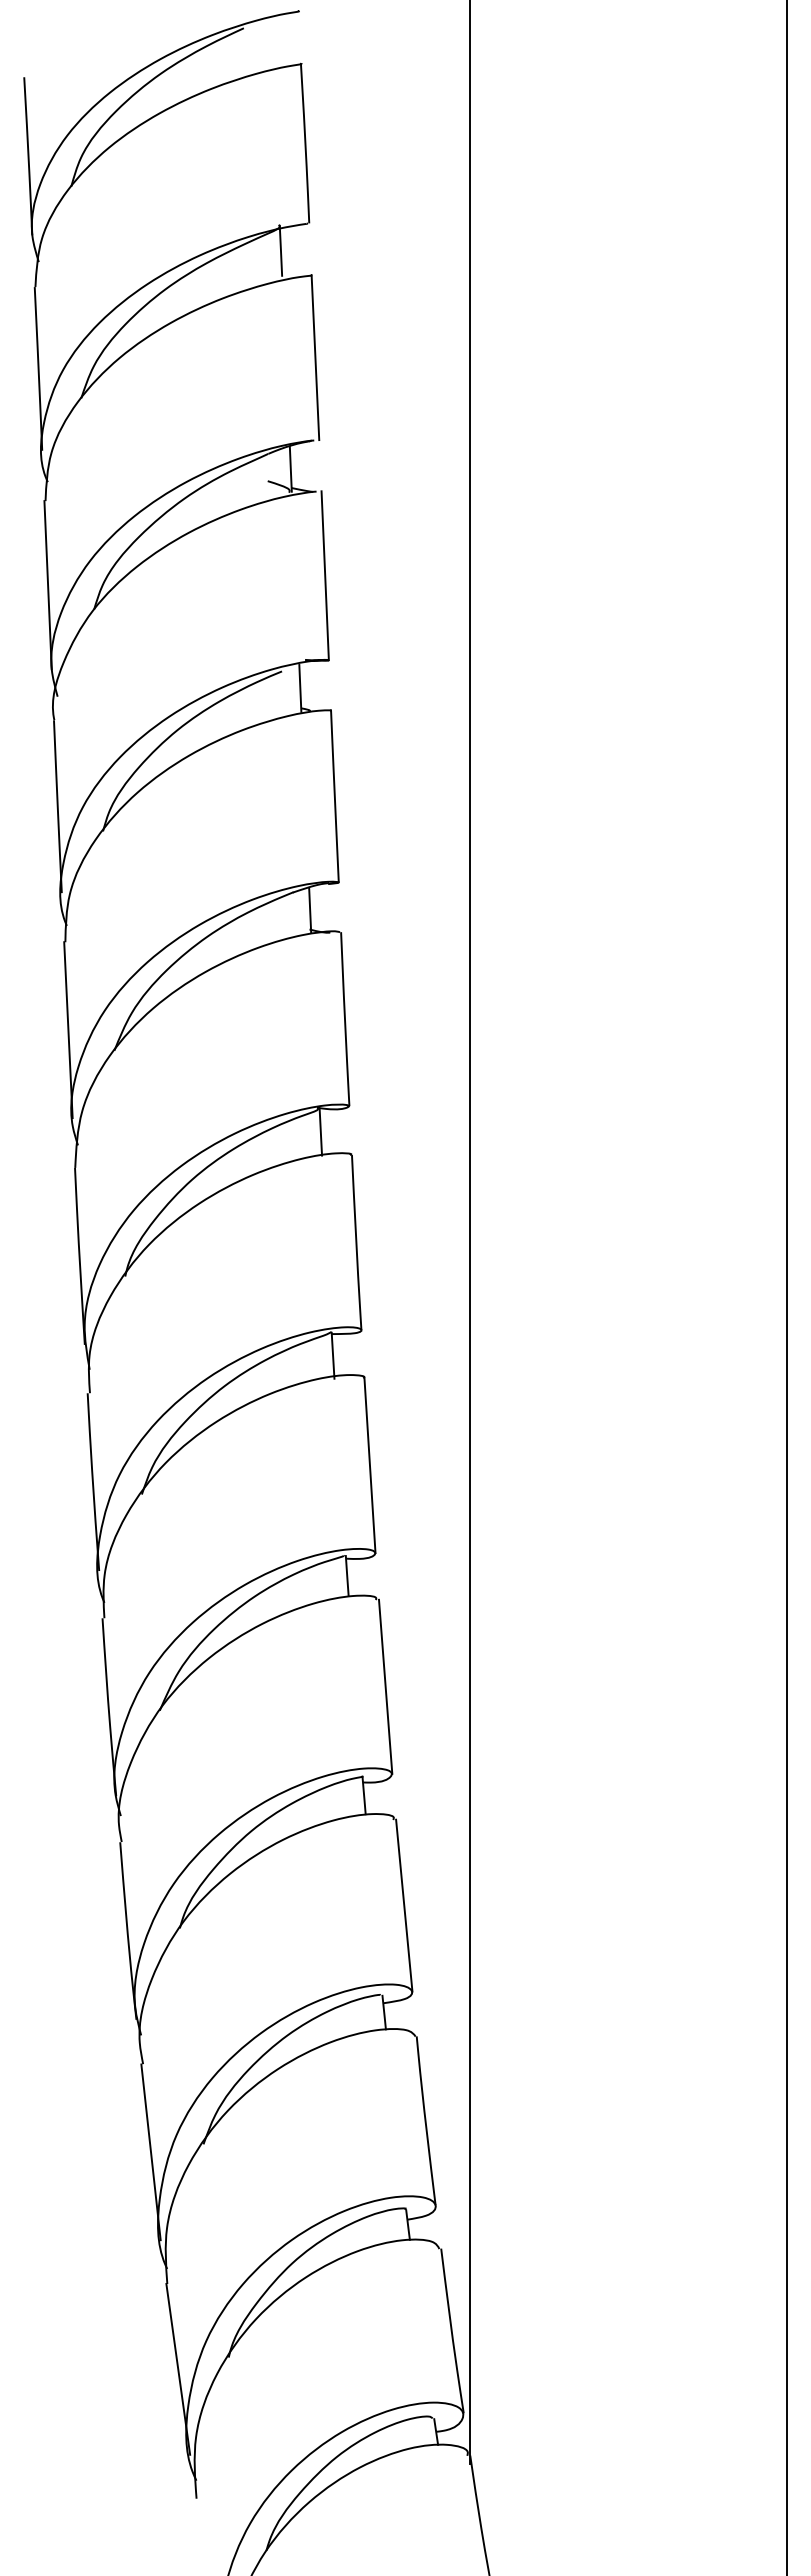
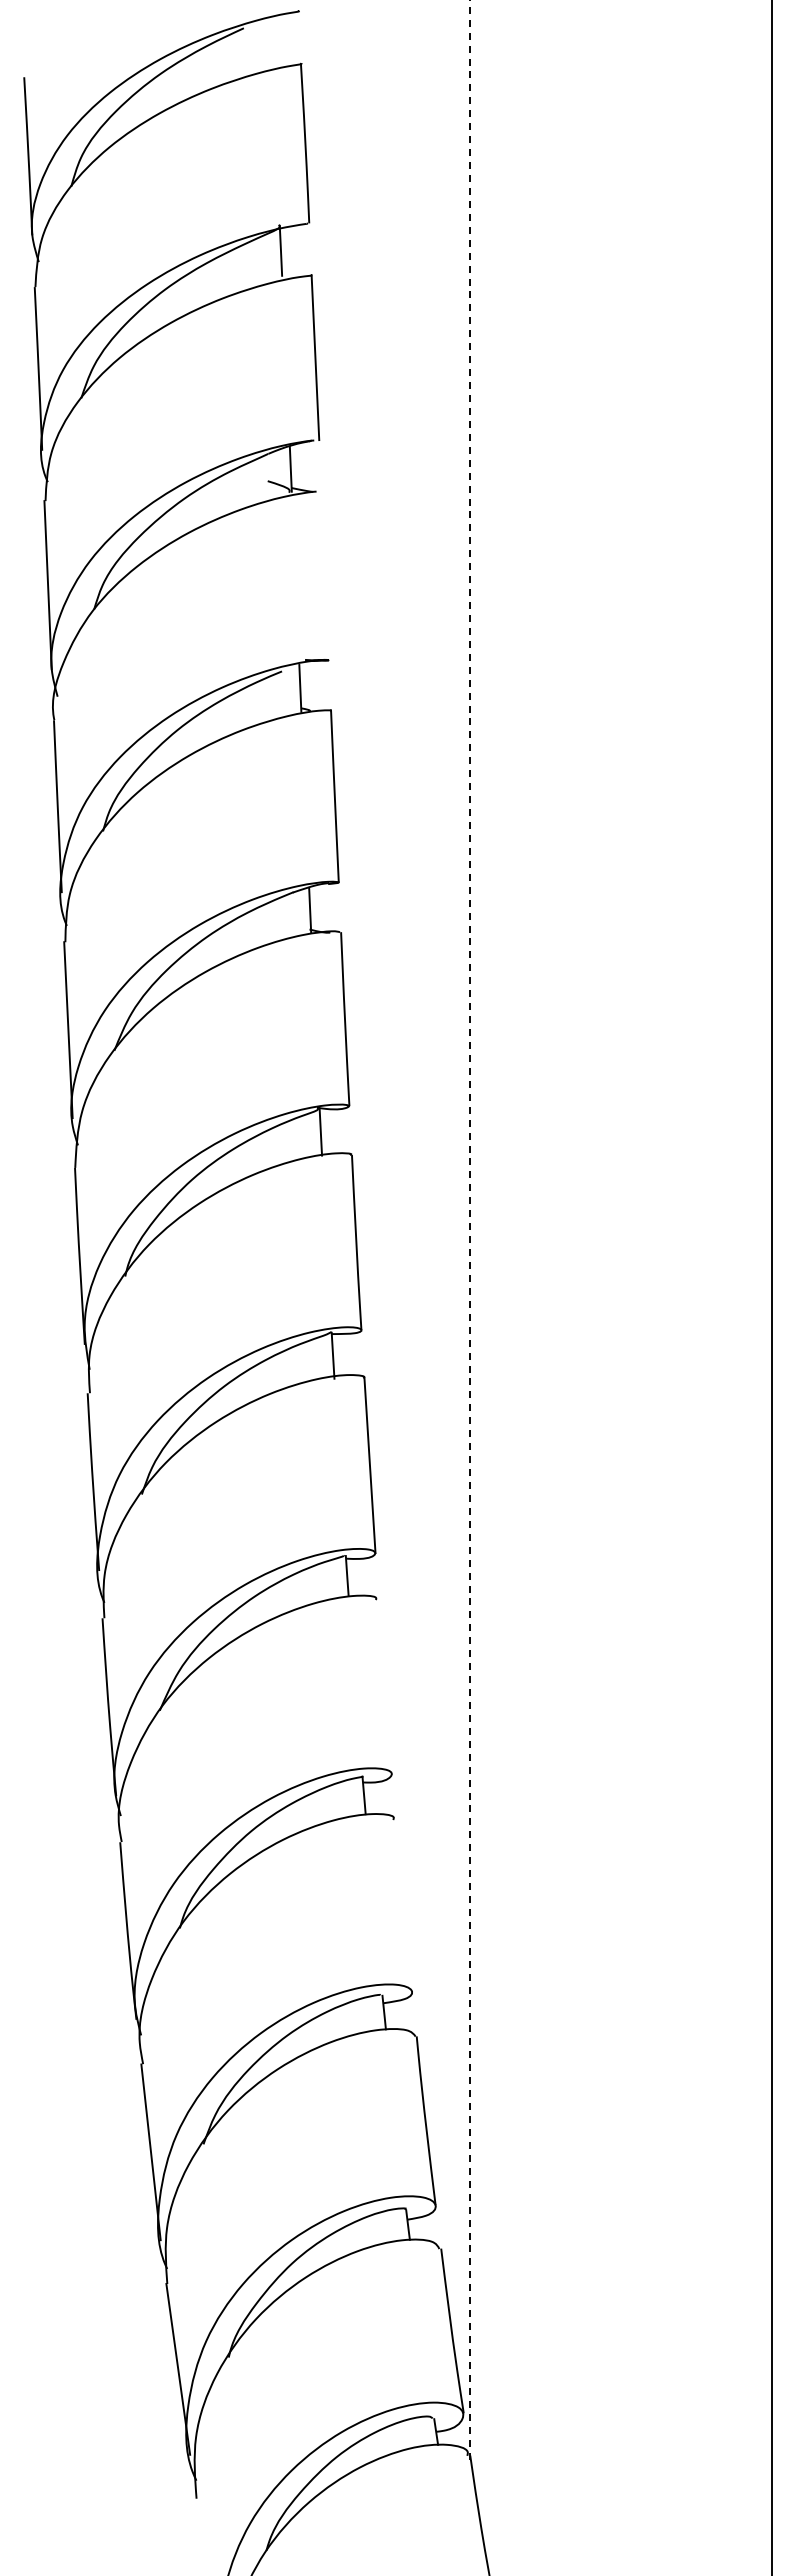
line at (324, 575): present -> none
line at (469, 1232): solid -> dashed
line at (786, 1287) position: (786, 1287) -> (771, 1287)
line at (385, 1686): present -> none
line at (404, 1905): present -> none
